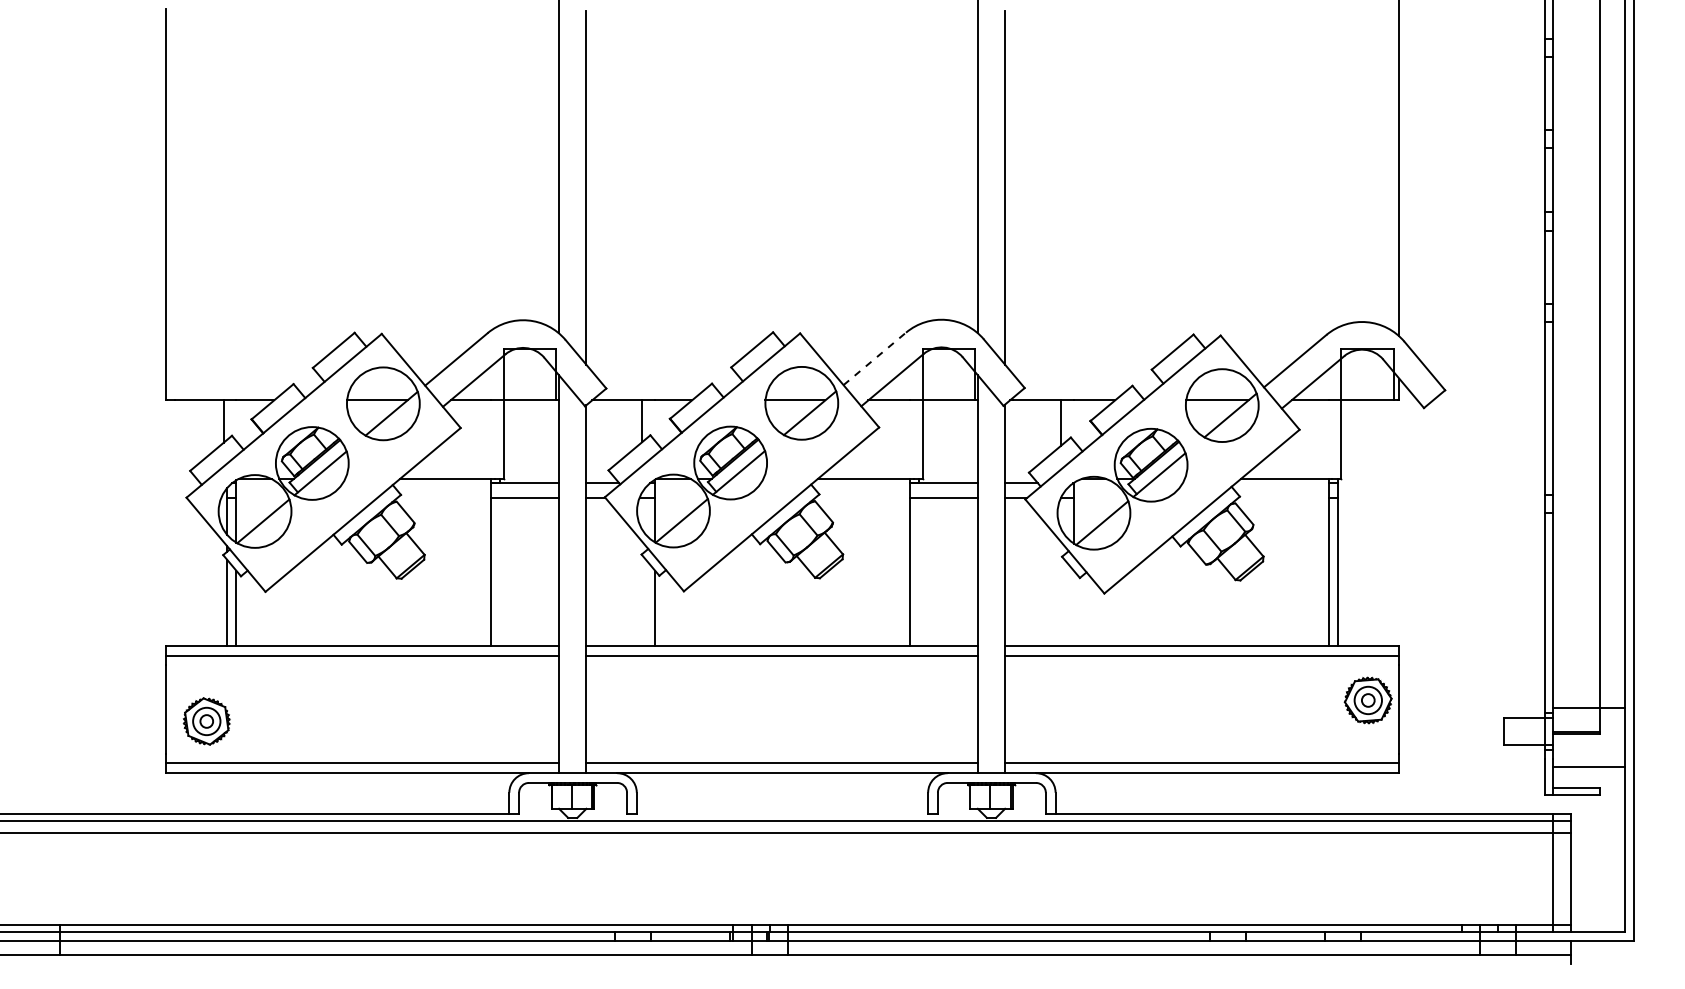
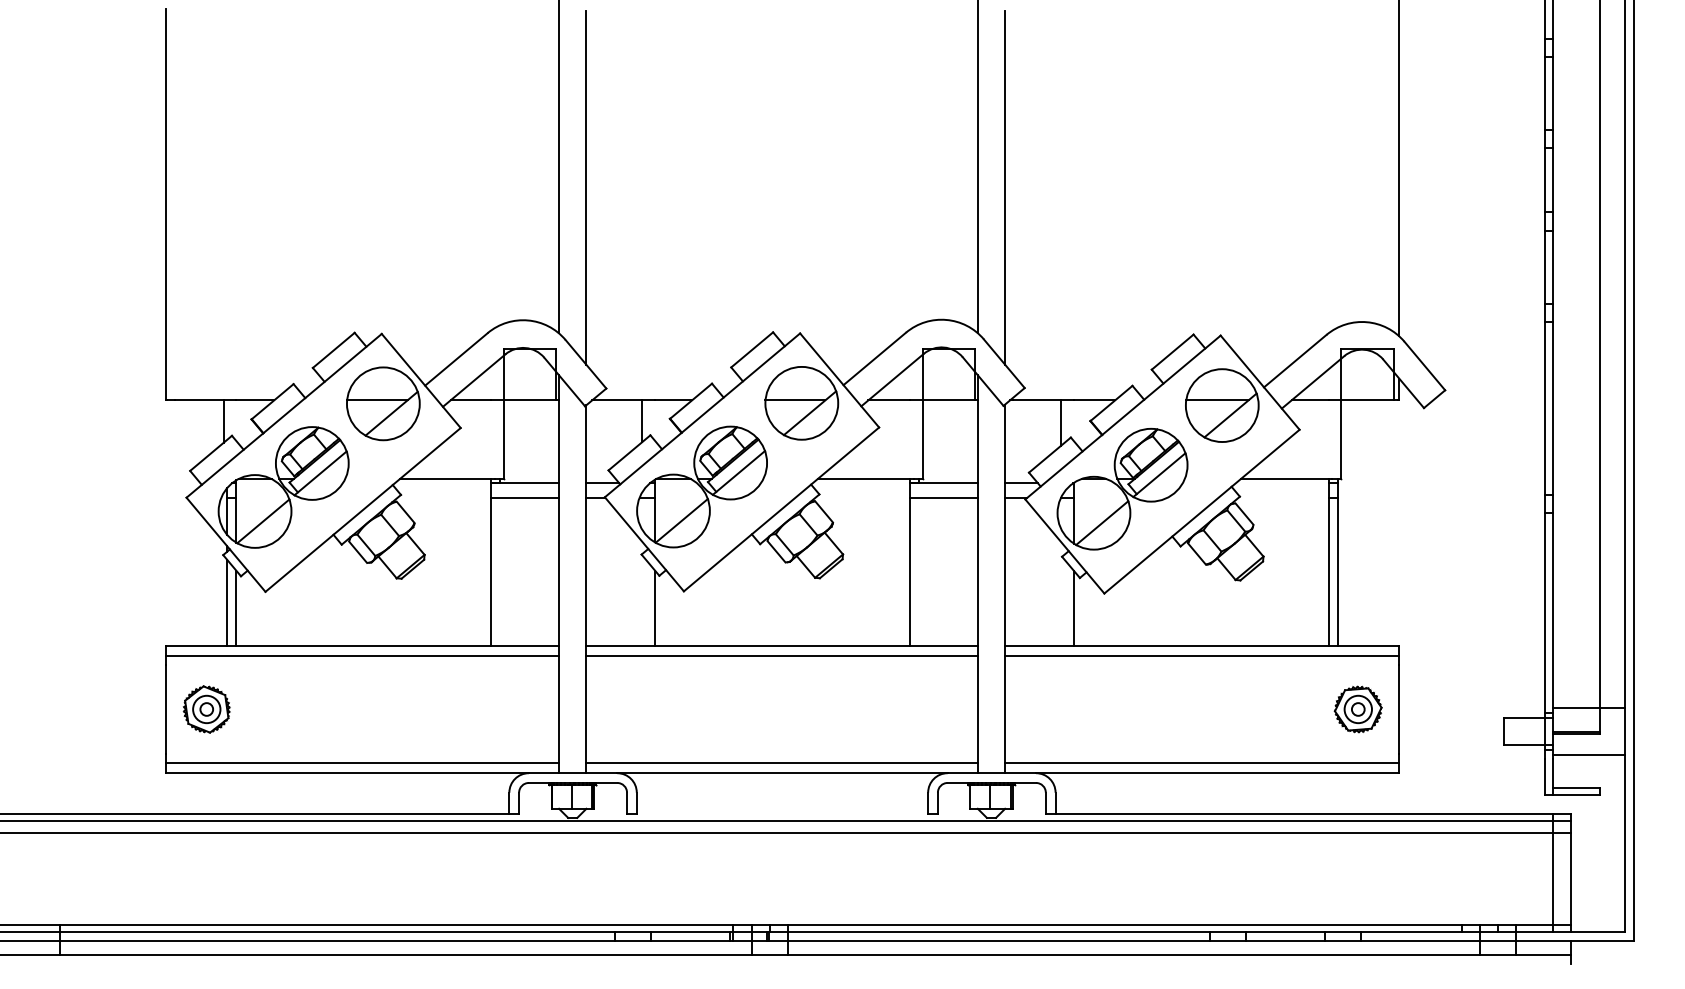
line at (874, 358): dashed -> solid
line at (1073, 607): none -> present
part at (1367, 700) position: (1367, 700) -> (1357, 709)
part at (206, 721) position: (206, 721) -> (206, 709)
line at (1588, 767) position: (1588, 767) -> (1588, 755)
